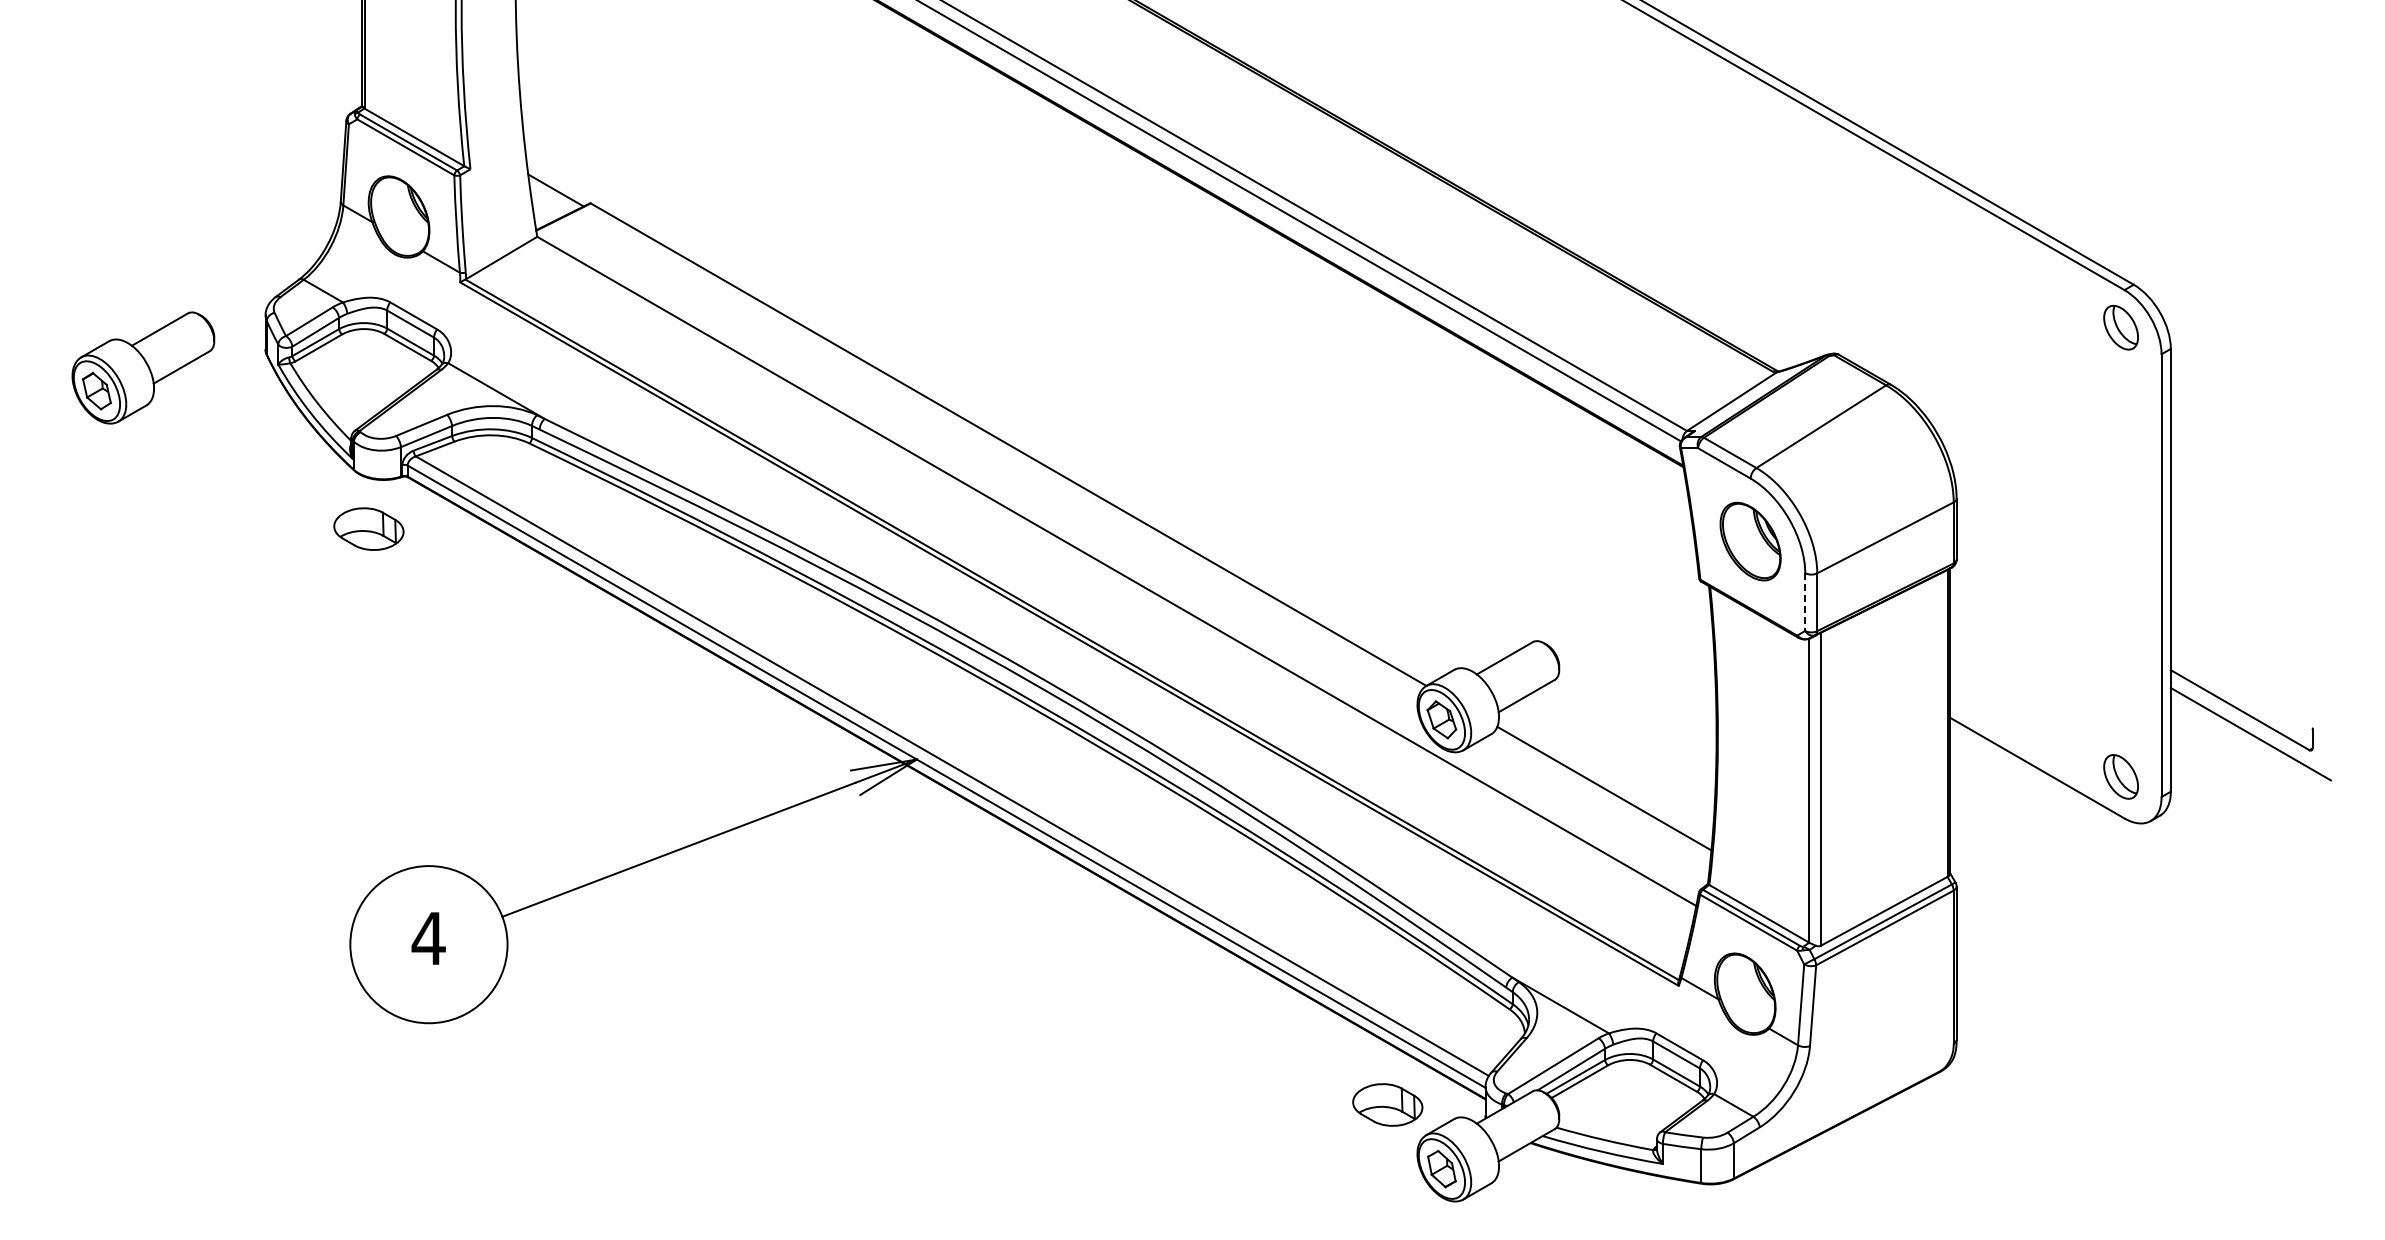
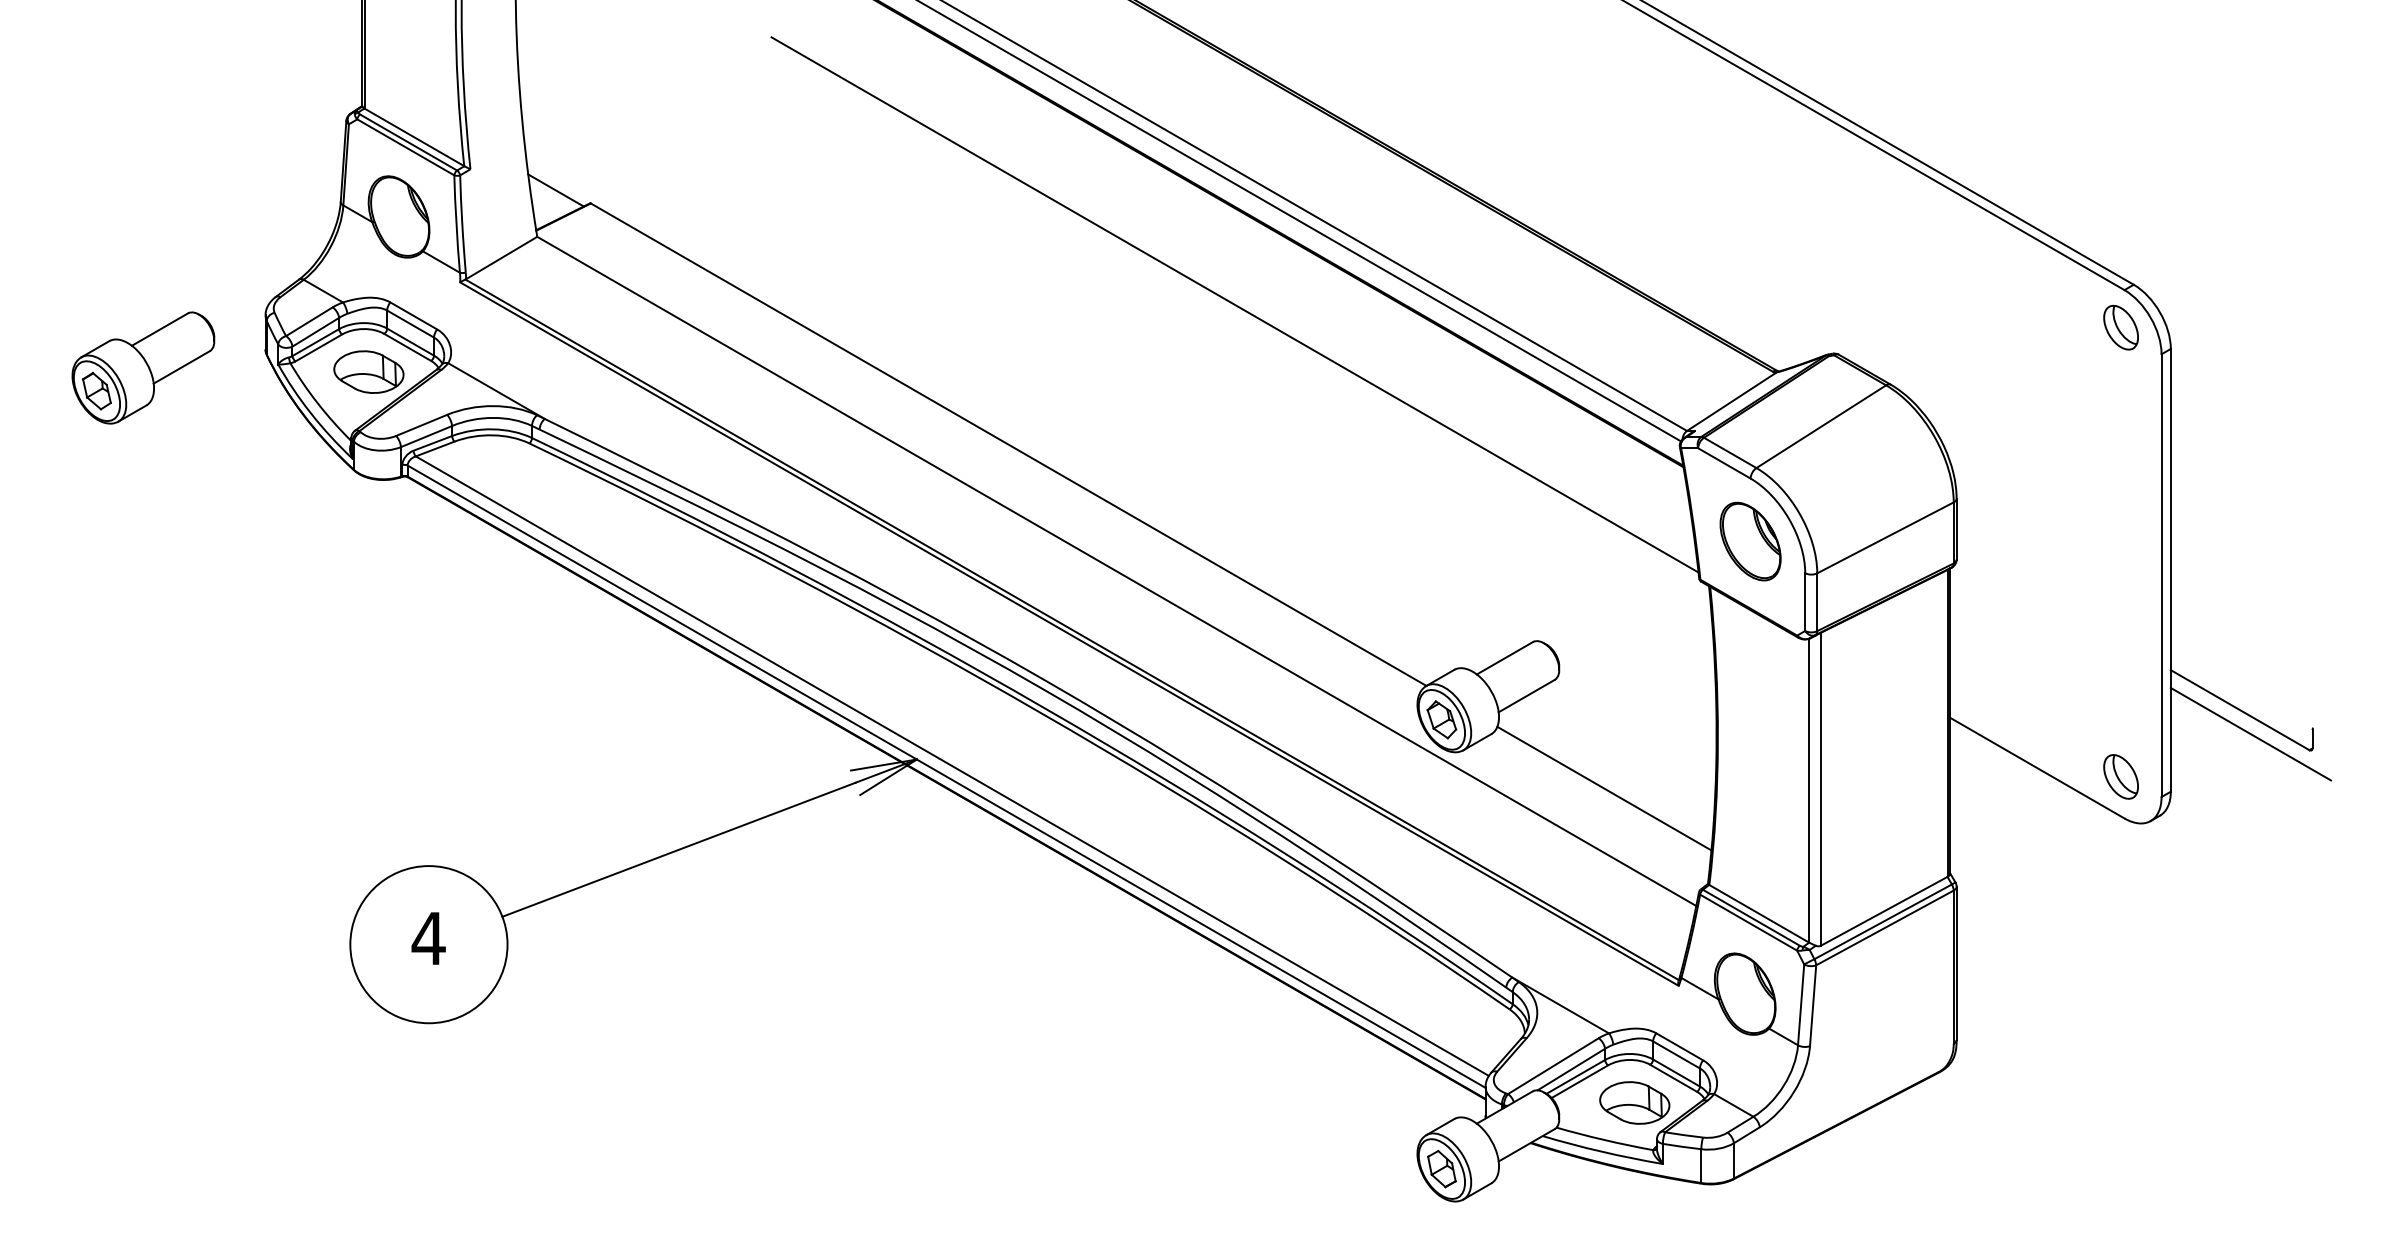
line at (1234, 304): none -> present
part at (368, 528) position: (368, 528) -> (368, 371)
line at (1805, 602): dashed -> solid
part at (1387, 1104) position: (1387, 1104) -> (1634, 1102)
